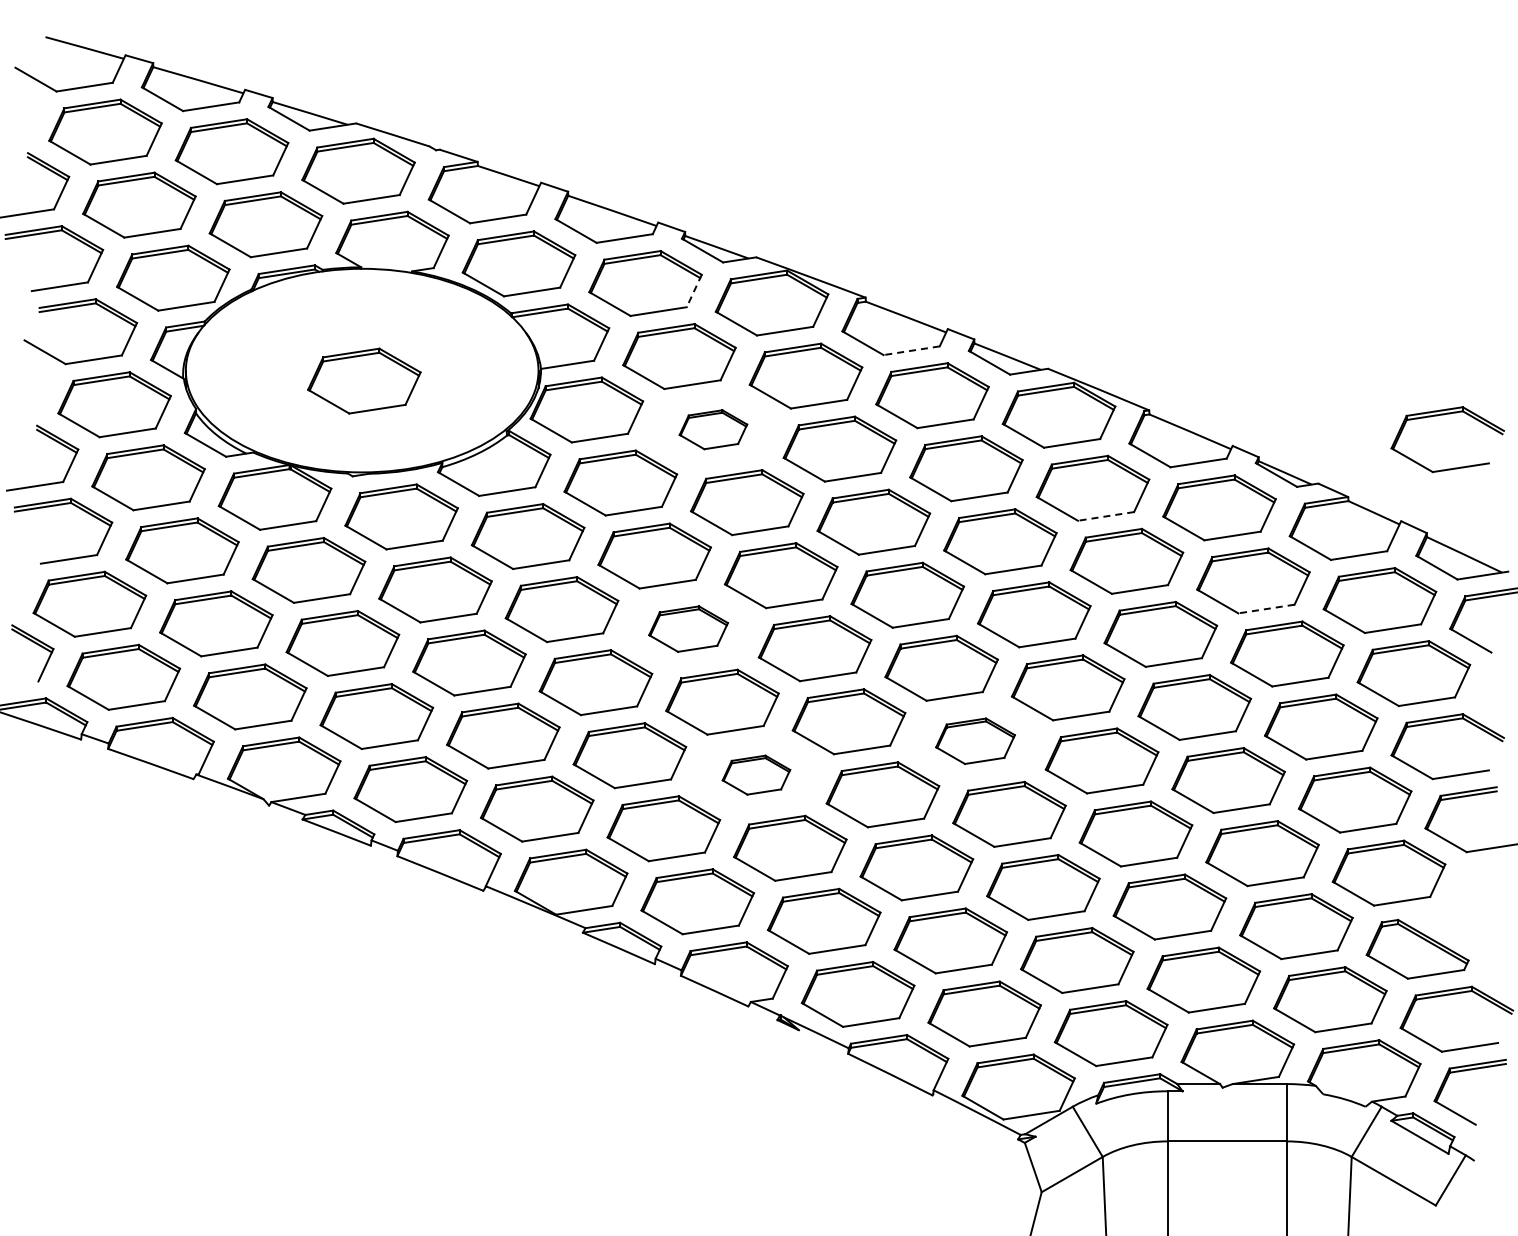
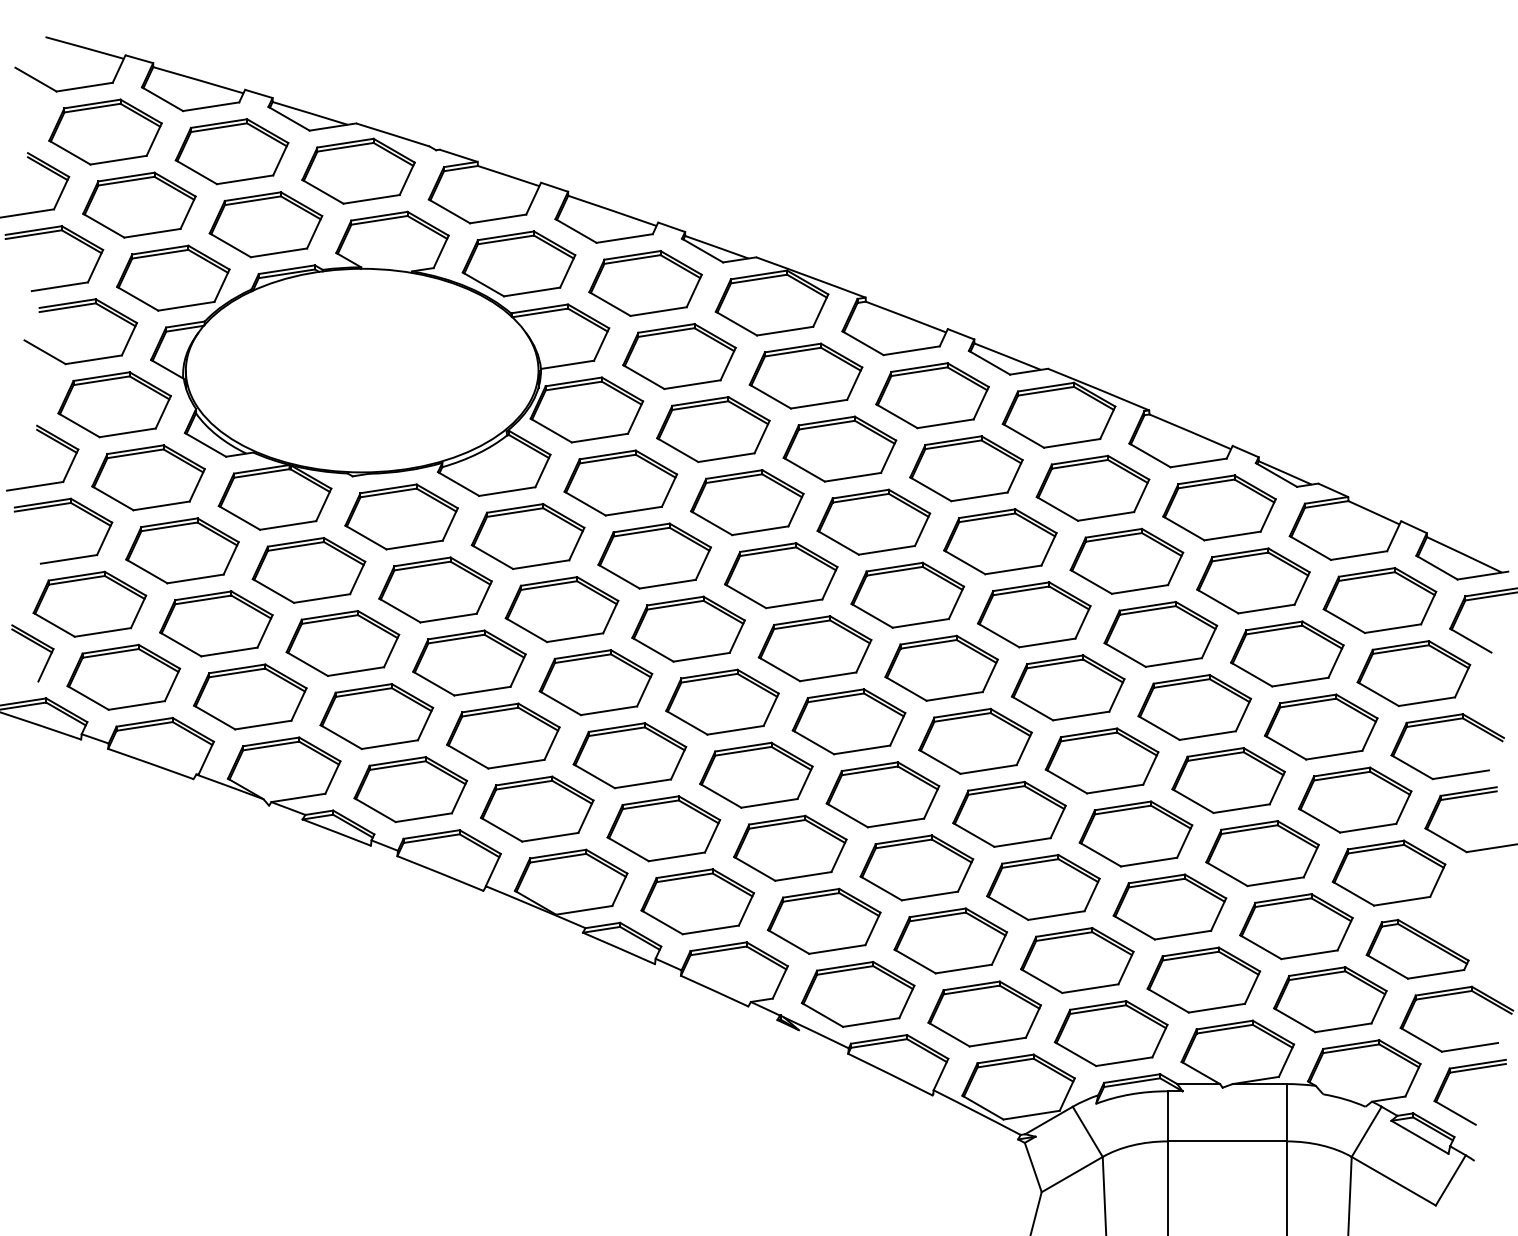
line at (694, 291): dashed -> solid
line at (911, 350): dashed -> solid
part at (364, 380): present -> none
part at (1444, 415): present -> none
part at (713, 429) size: 71x42 px -> 115x68 px
line at (1105, 516): dashed -> solid
line at (1265, 609): dashed -> solid
part at (688, 628) size: 81x48 px -> 115x68 px
part at (975, 740) size: 81x48 px -> 115x68 px
part at (756, 774) size: 71x42 px -> 115x68 px
